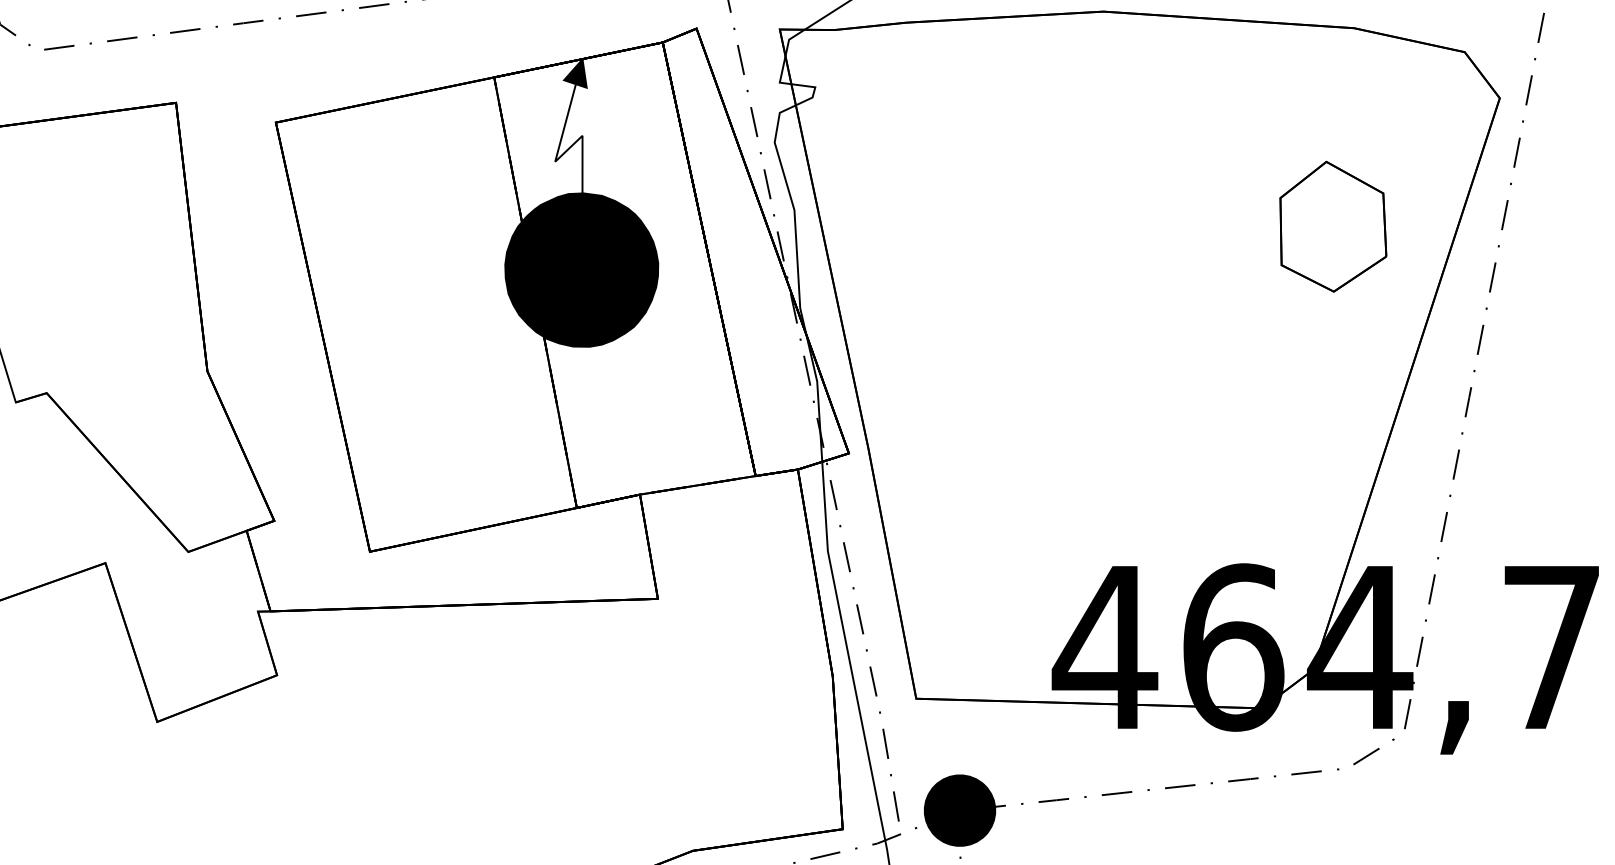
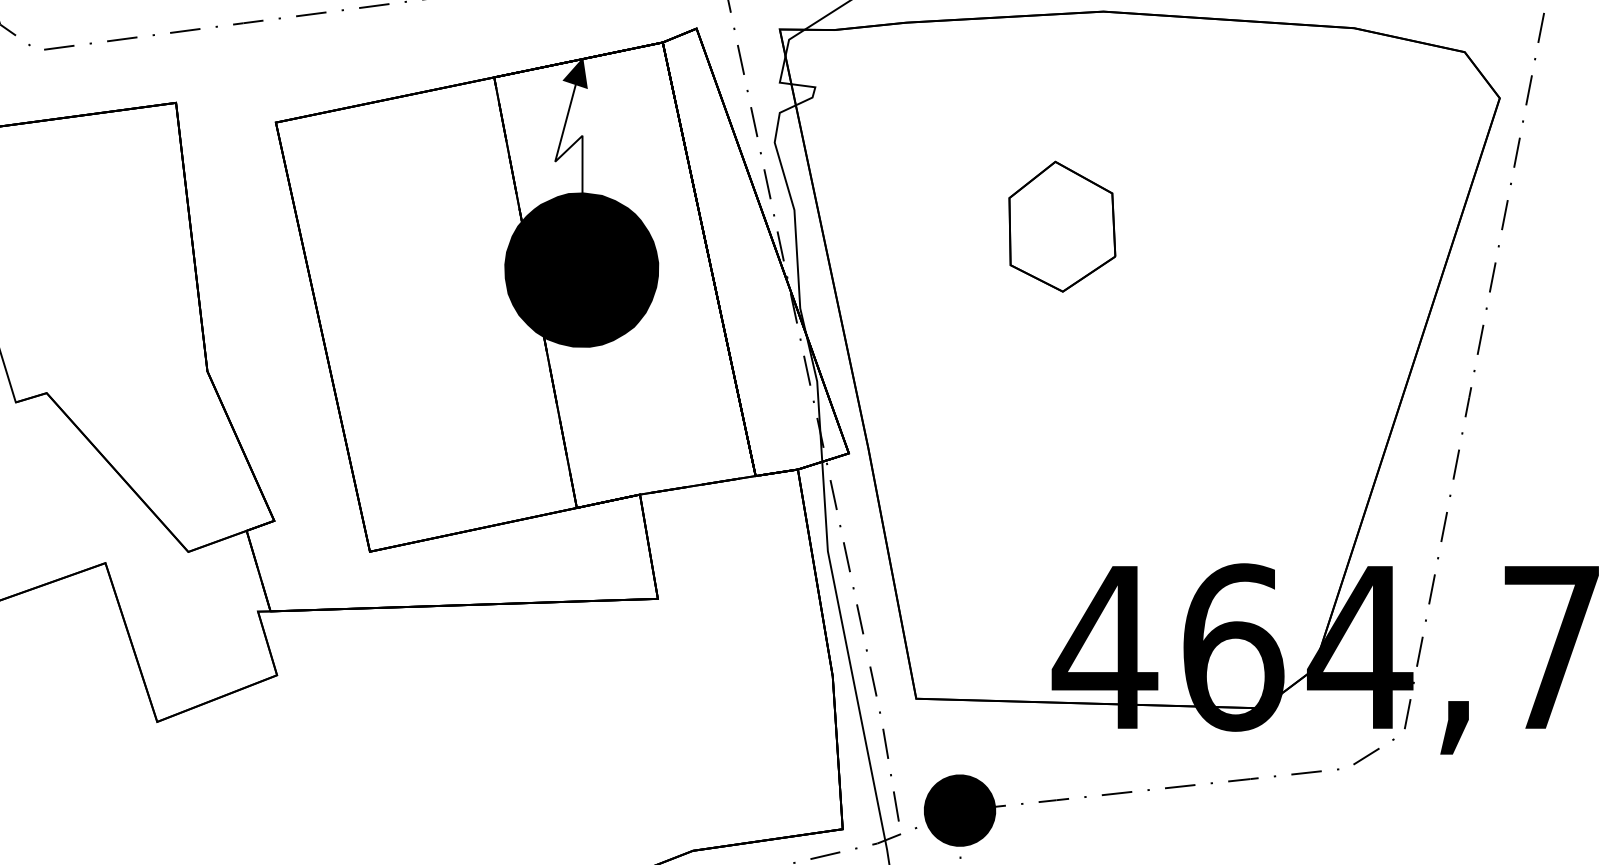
part at (1333, 226) position: (1333, 226) -> (1062, 226)
